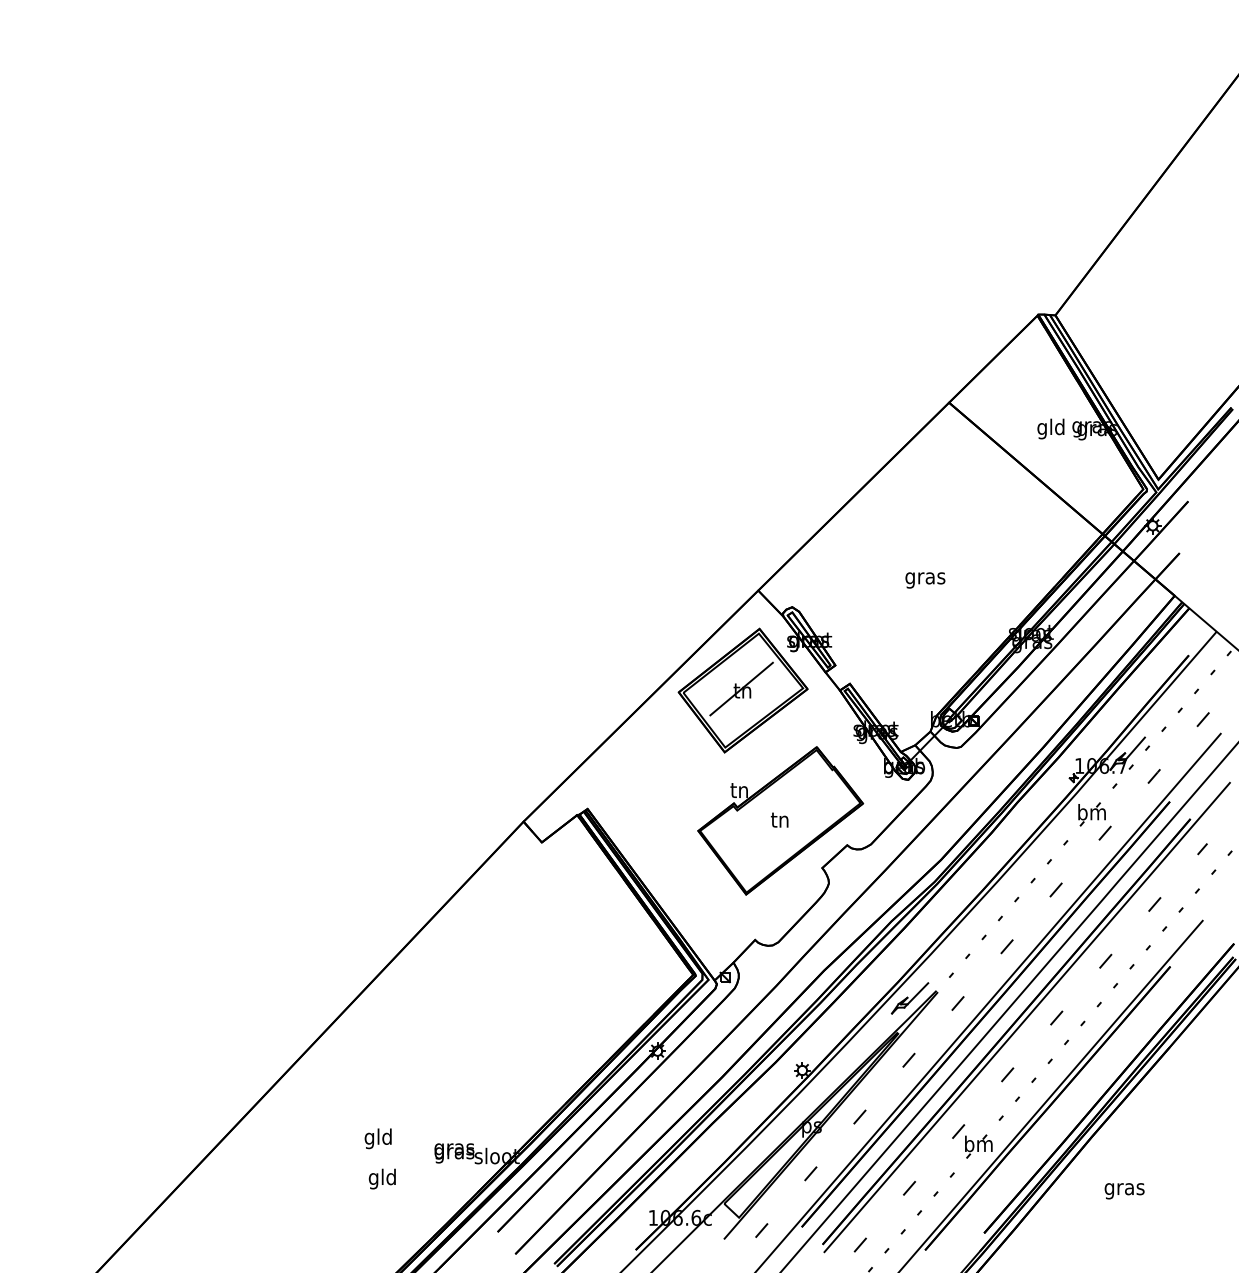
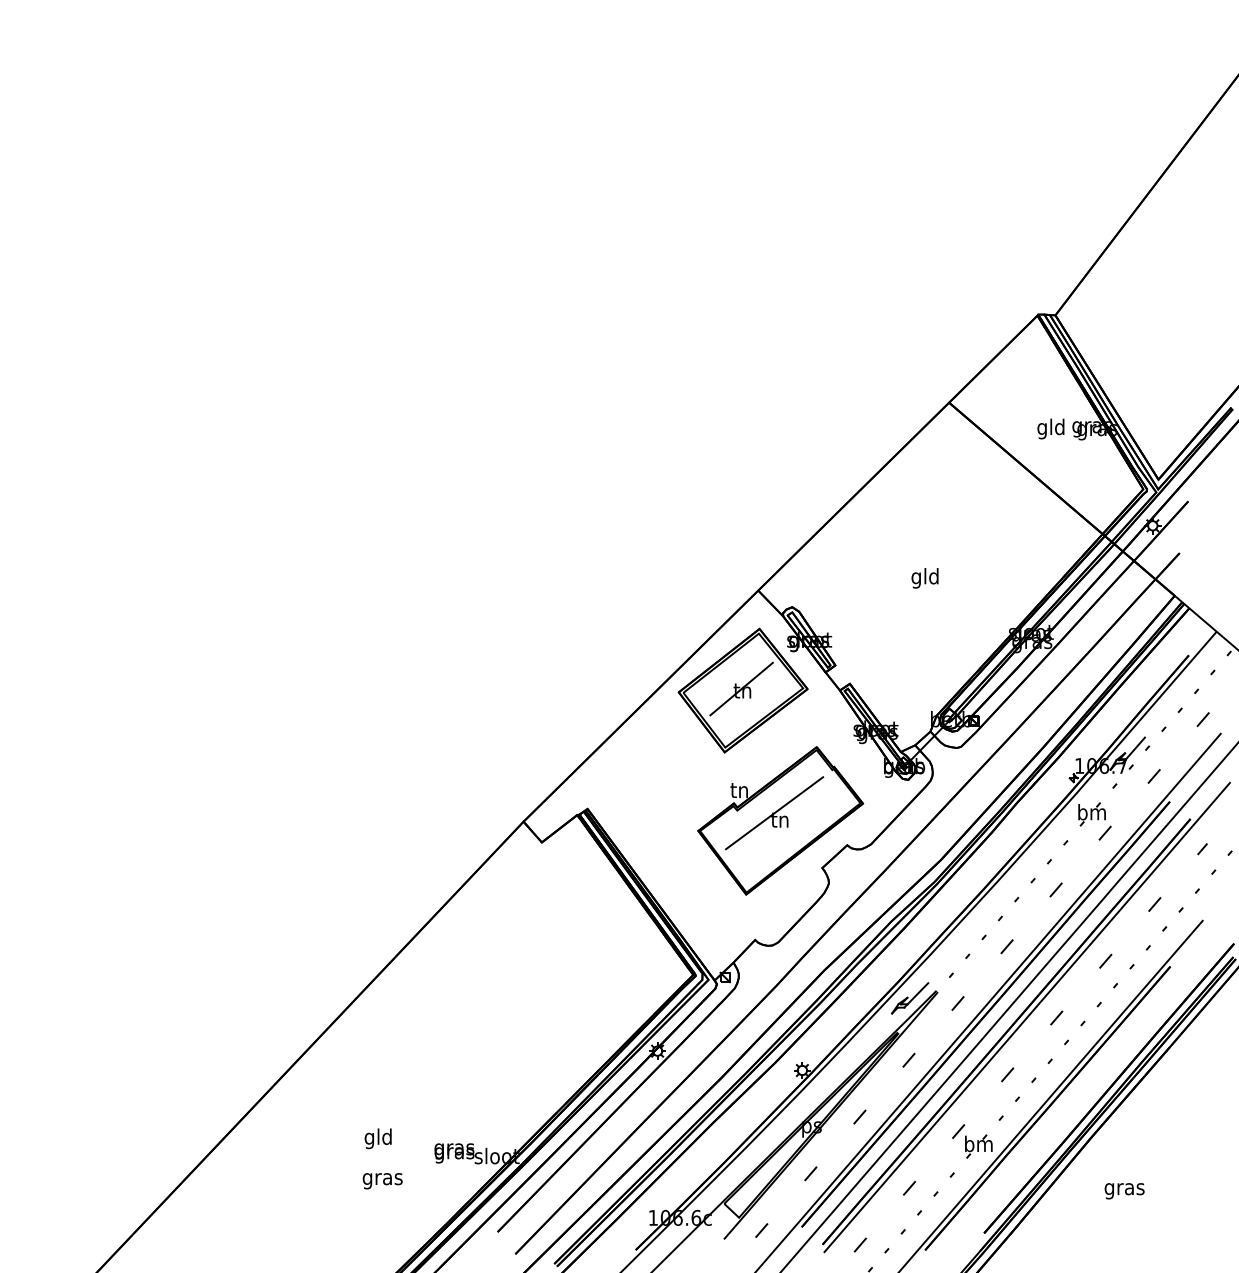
text at (925, 578): gras -> gld
line at (774, 813): none -> present
text at (382, 1178): gld -> gras
